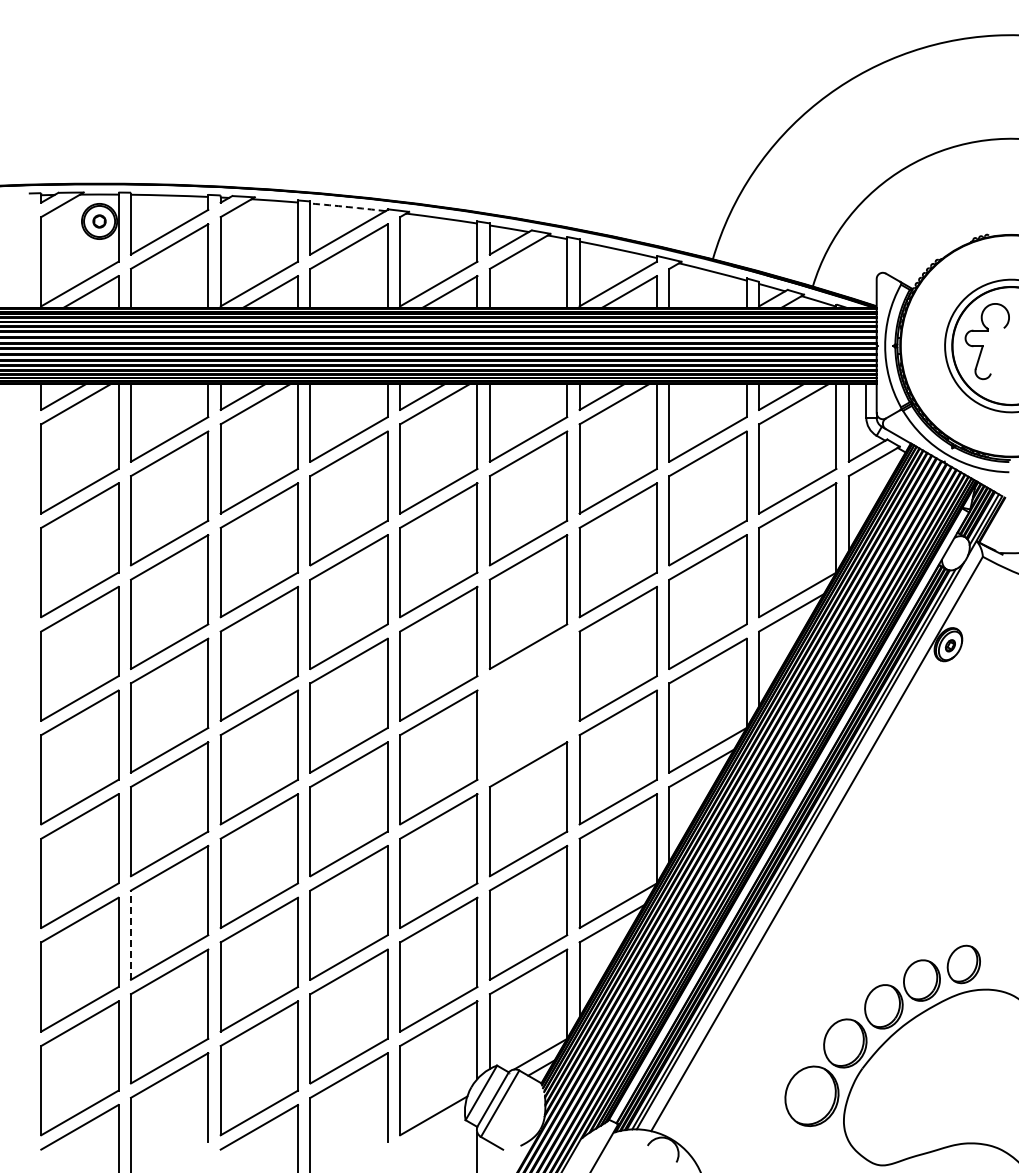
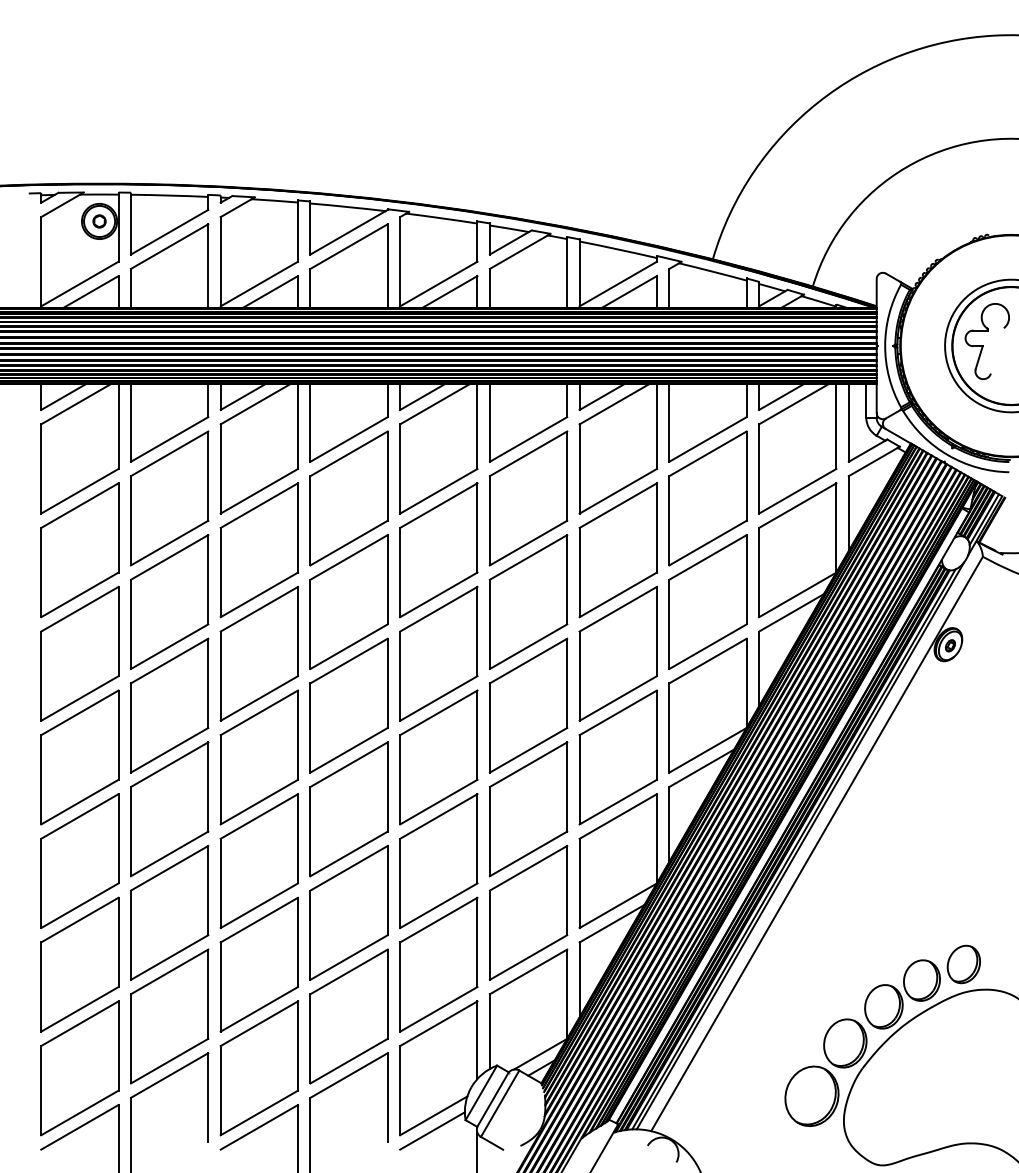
arc at (348, 207): dashed -> solid
part at (528, 705): none -> present
line at (130, 935): dashed -> solid
line at (432, 1130): none -> present
